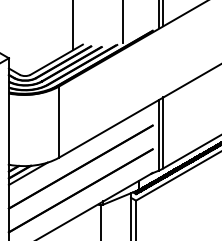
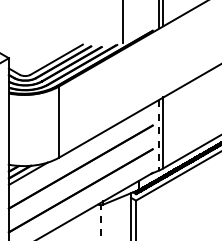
line at (73, 26): present -> none
line at (158, 136): solid -> dashed
line at (100, 222): solid -> dashed
